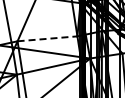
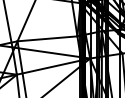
line at (48, 38): dashed -> solid
